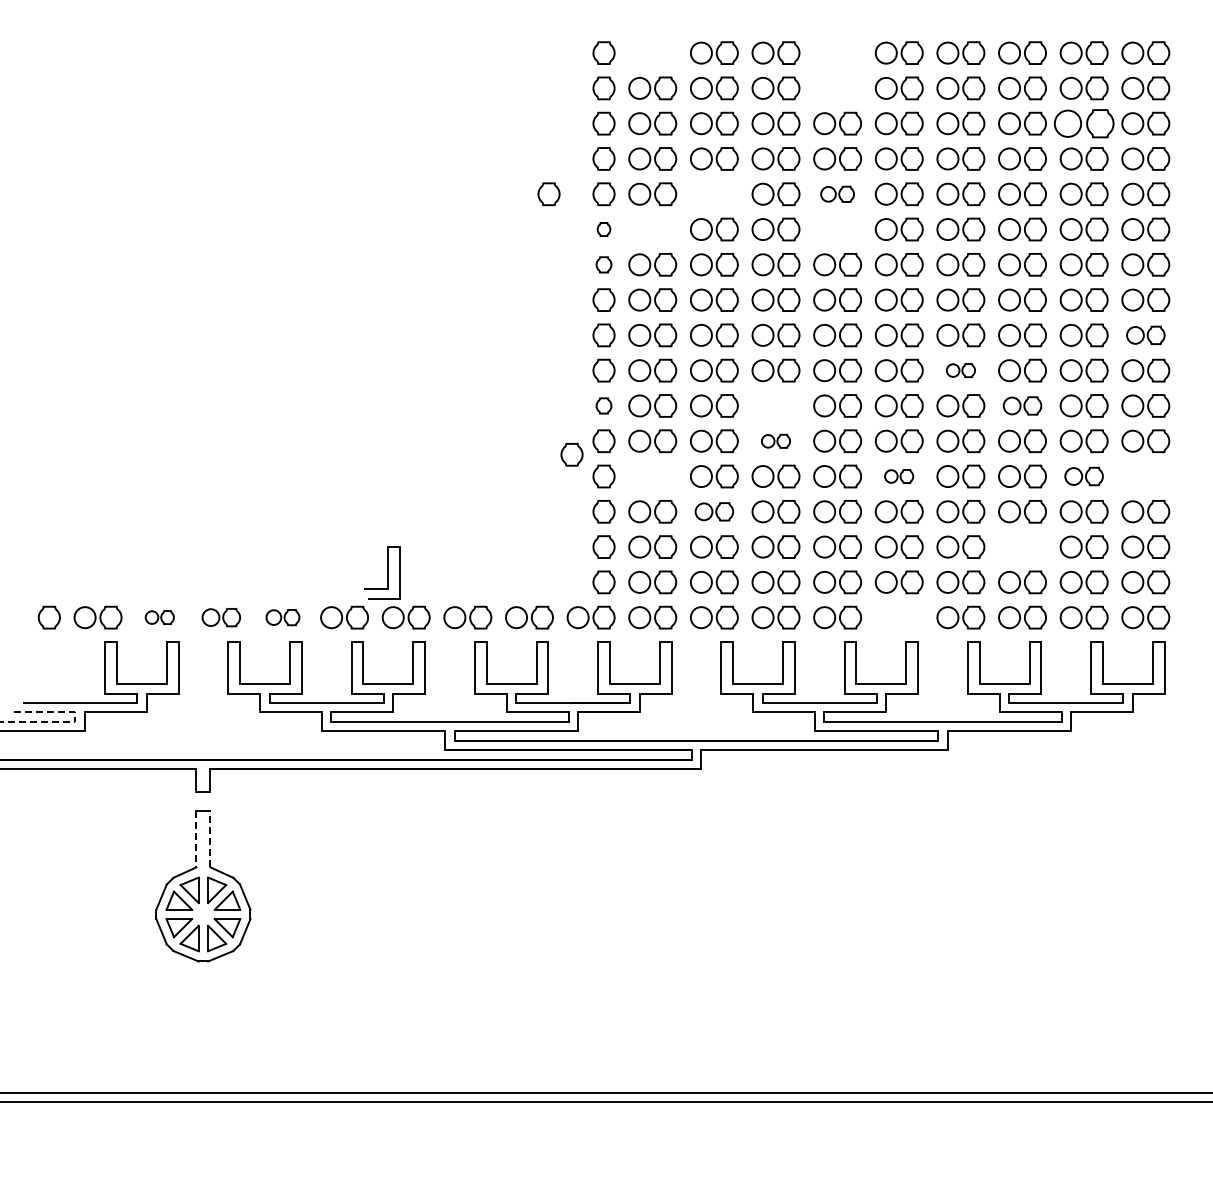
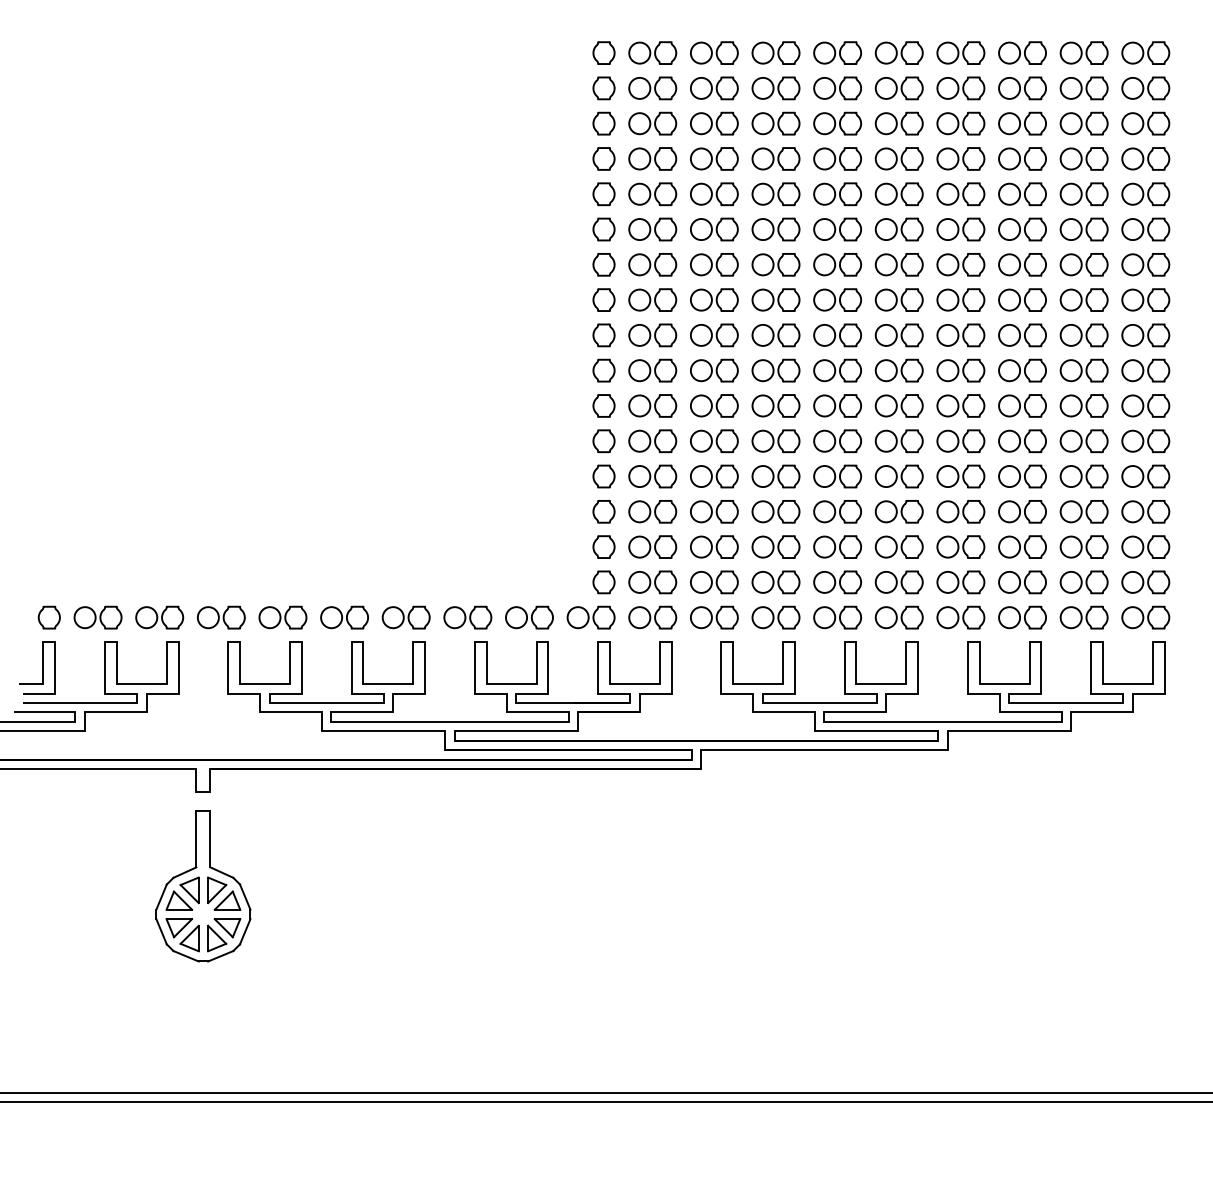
part at (652, 52): none -> present
part at (837, 52): none -> present
part at (837, 88): none -> present
part at (1084, 123) size: 61x30 px -> 50x25 px
part at (837, 193) size: 35x18 px -> 49x25 px
part at (548, 194): present -> none
part at (714, 194): none -> present
part at (603, 229) size: 16x15 px -> 24x25 px
part at (652, 229): none -> present
part at (837, 229): none -> present
part at (603, 264) size: 18x18 px -> 24x24 px
part at (1145, 334) size: 40x20 px -> 50x25 px
part at (960, 370) size: 30x16 px -> 50x25 px
part at (603, 405) size: 18x18 px -> 24x24 px
part at (775, 405): none -> present
part at (1022, 405) size: 41x20 px -> 49x24 px
part at (775, 440) size: 30x16 px -> 50x25 px
part at (571, 454): present -> none
part at (652, 476): none -> present
part at (899, 476) size: 31x15 px -> 50x25 px
part at (1083, 476) size: 40x21 px -> 50x25 px
part at (1145, 476): none -> present
part at (714, 511) size: 41x20 px -> 49x24 px
part at (1022, 546): none -> present
curve at (387, 572) position: (387, 572) -> (42, 667)
part at (159, 617) size: 31x15 px -> 50x25 px
part at (221, 617) size: 41x20 px -> 49x25 px
part at (282, 617) size: 36x18 px -> 50x25 px
part at (898, 617): none -> present
line at (74, 721): dashed -> solid
line at (210, 838): dashed -> solid
line at (196, 839): dashed -> solid
